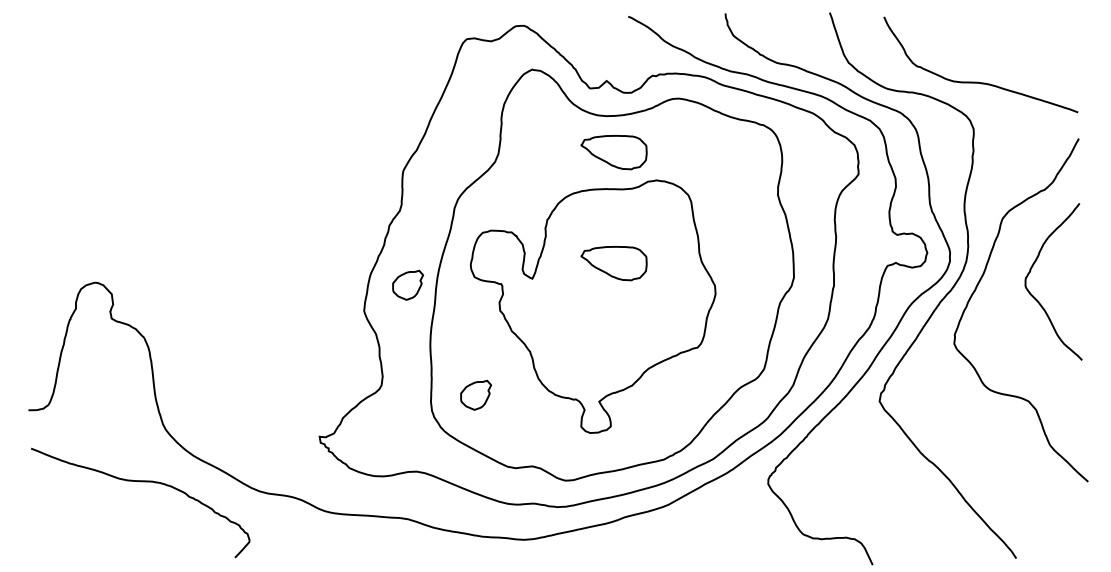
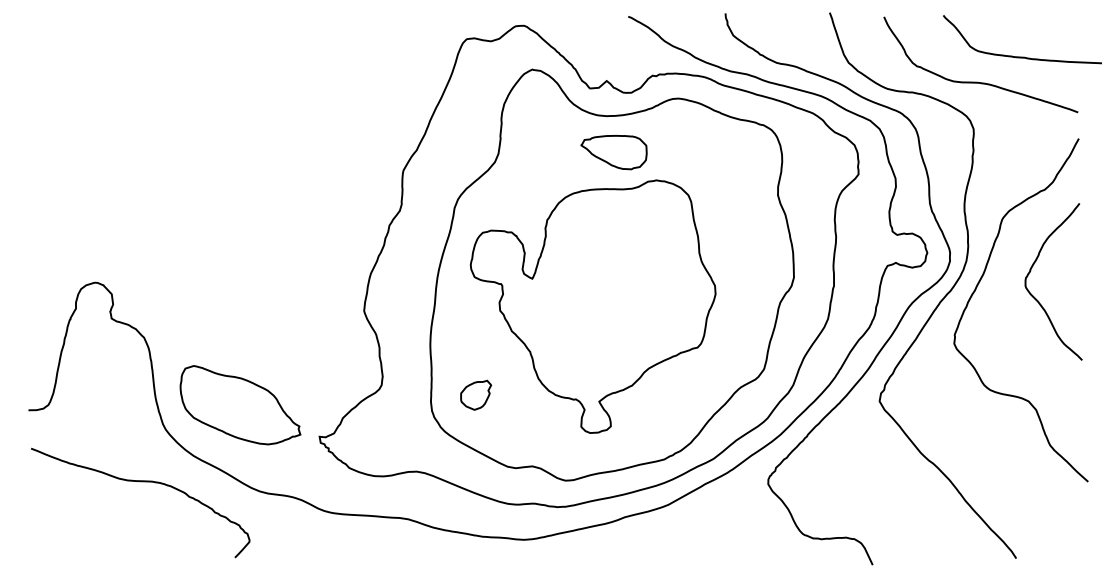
curve at (1022, 56): none -> present
part at (613, 263): present -> none
part at (408, 284): present -> none
part at (240, 405): none -> present
